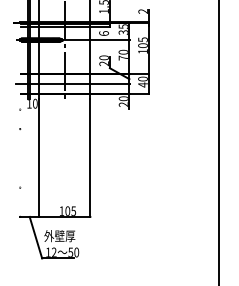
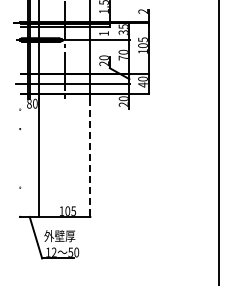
text at (103, 33): 6 -> 1
text at (29, 103): 10 -> 80
line at (90, 158): solid -> dashed
